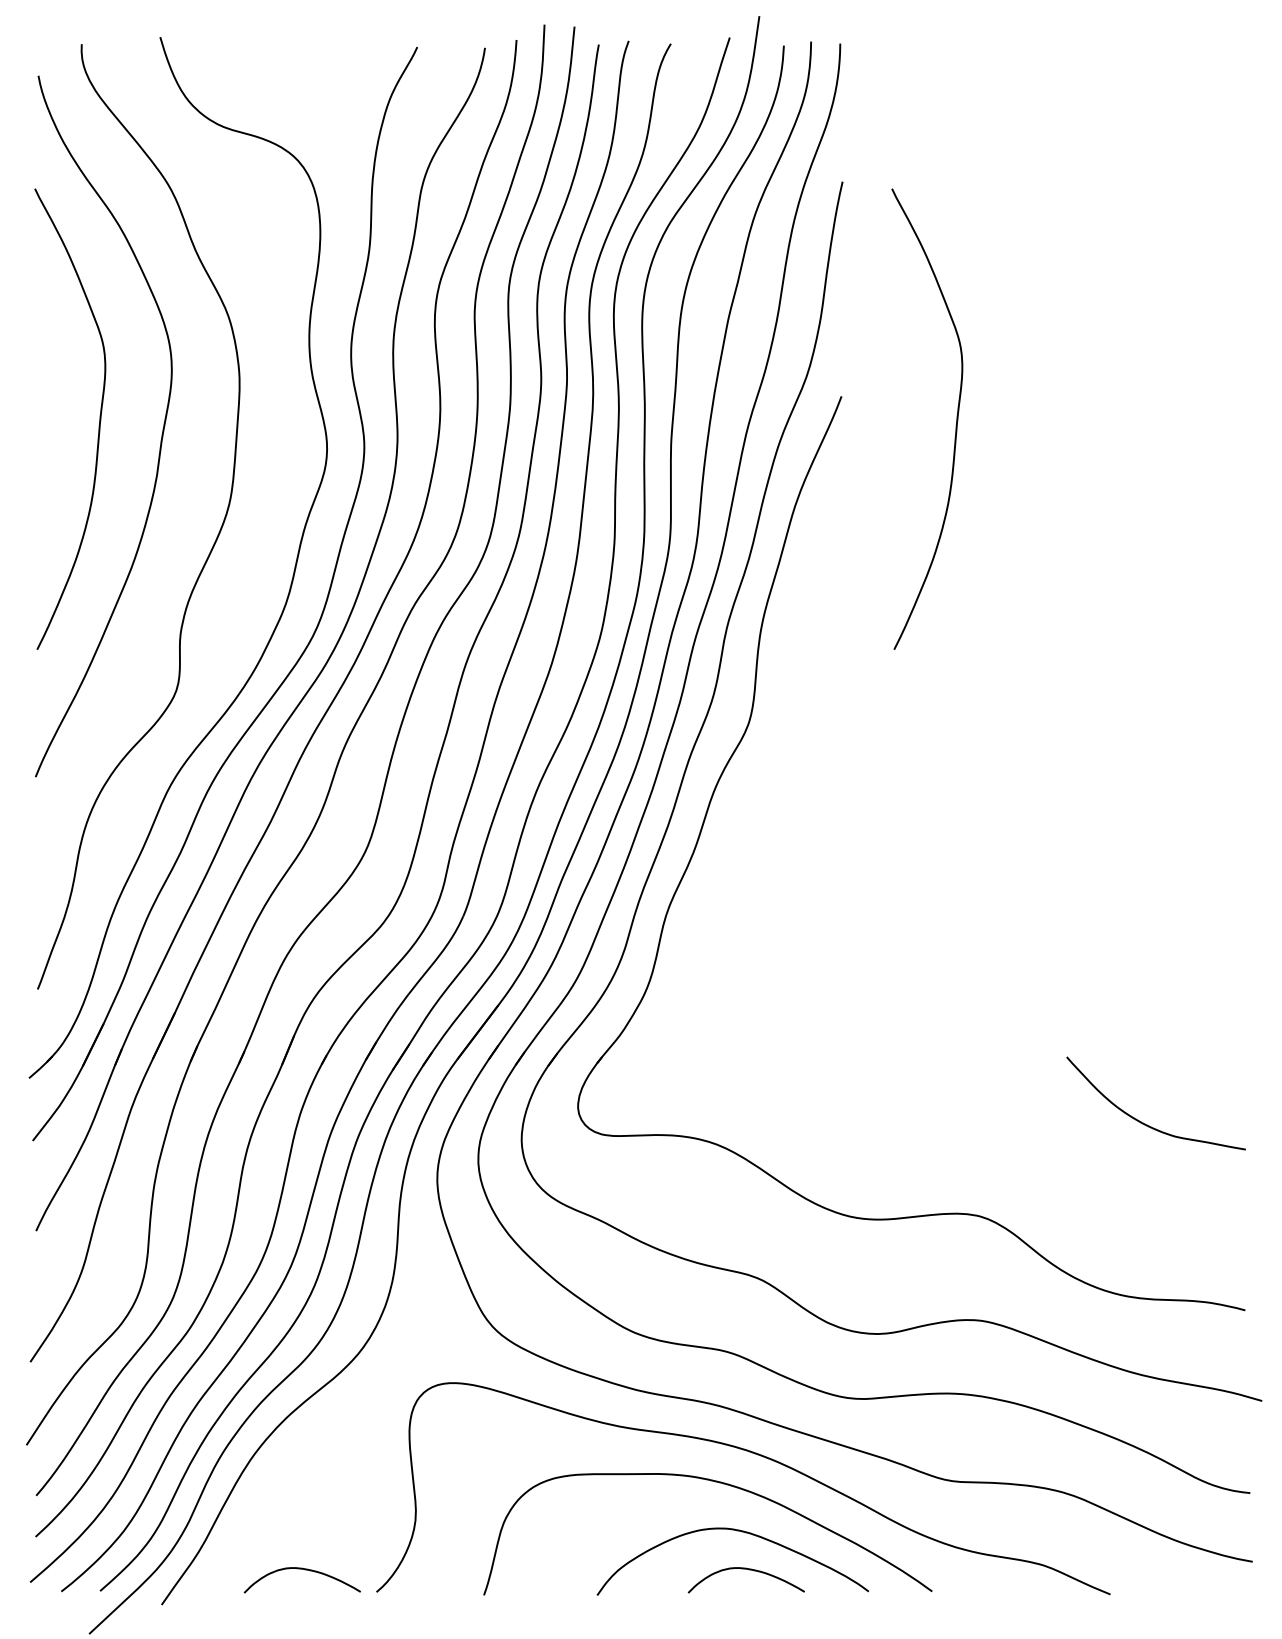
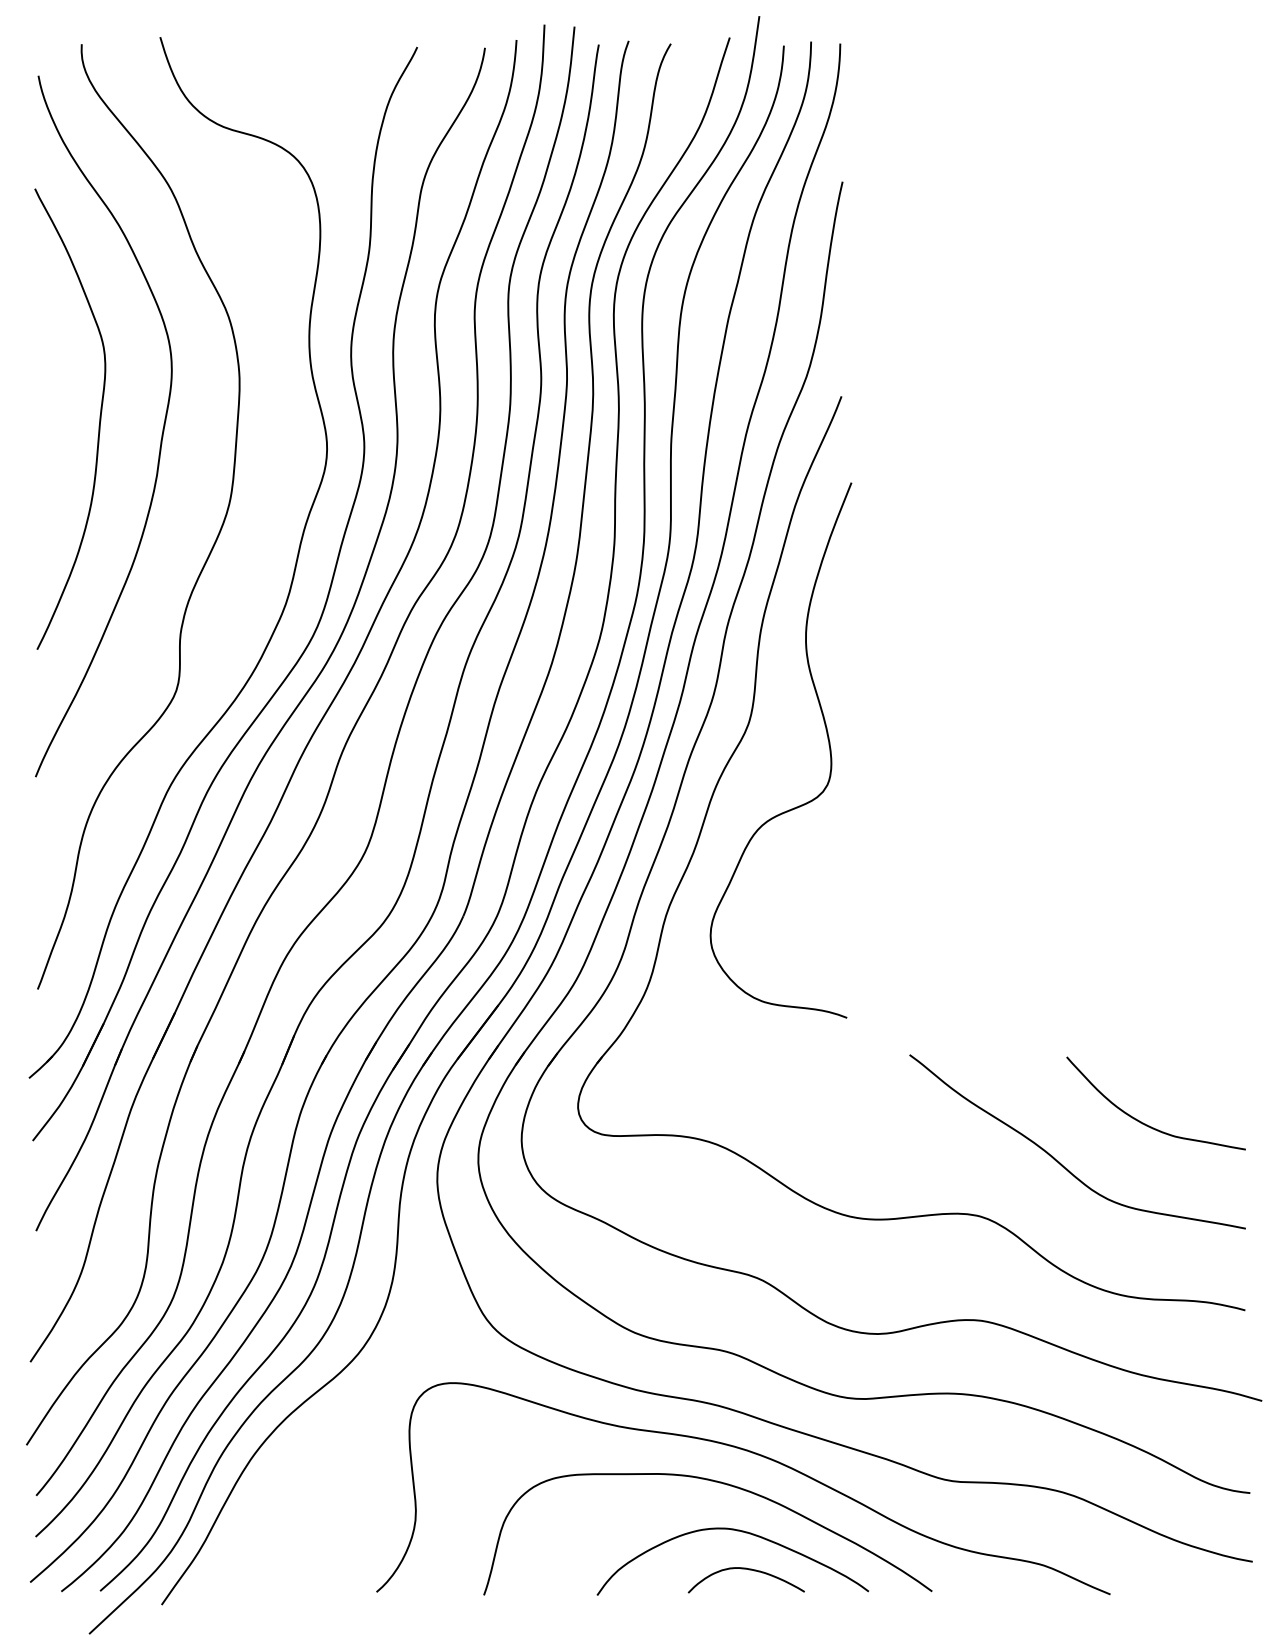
curve at (955, 425): present -> none
curve at (828, 745): none -> present
curve at (1059, 1161): none -> present
curve at (305, 1570): present -> none
